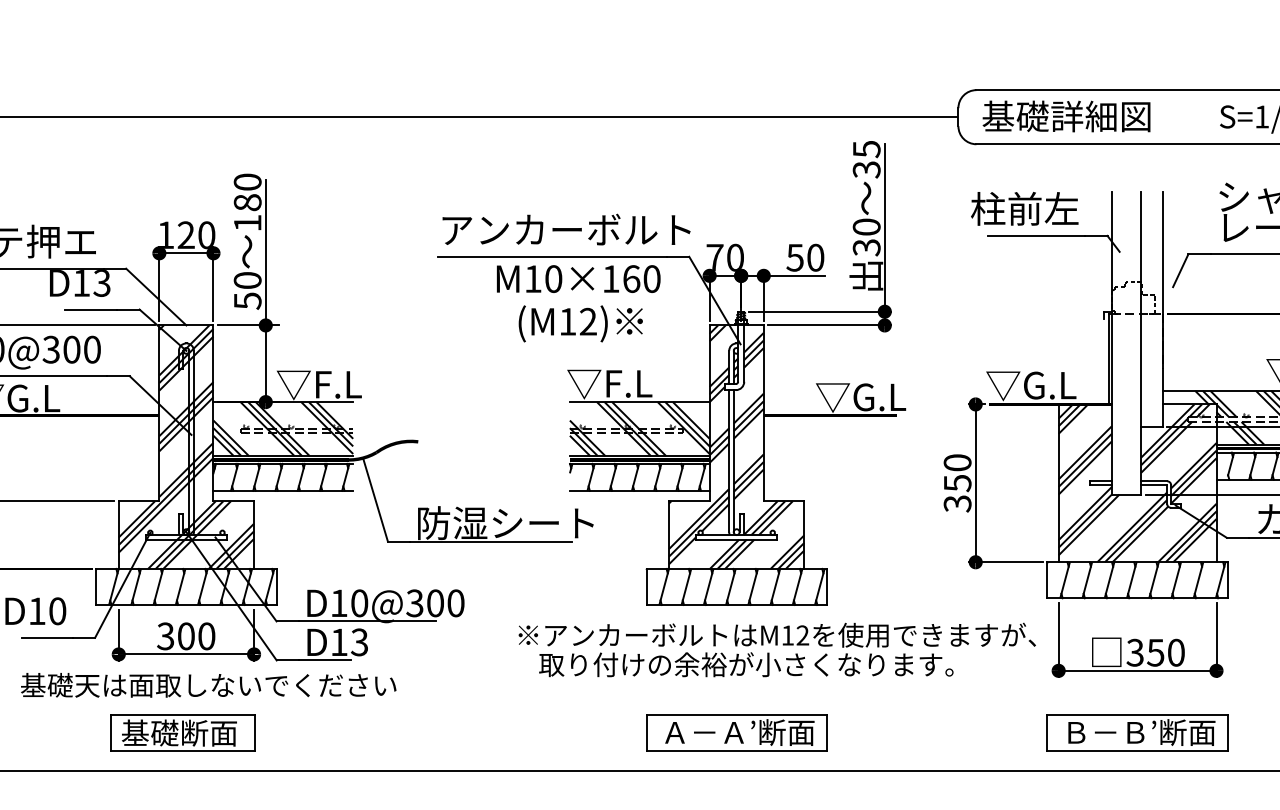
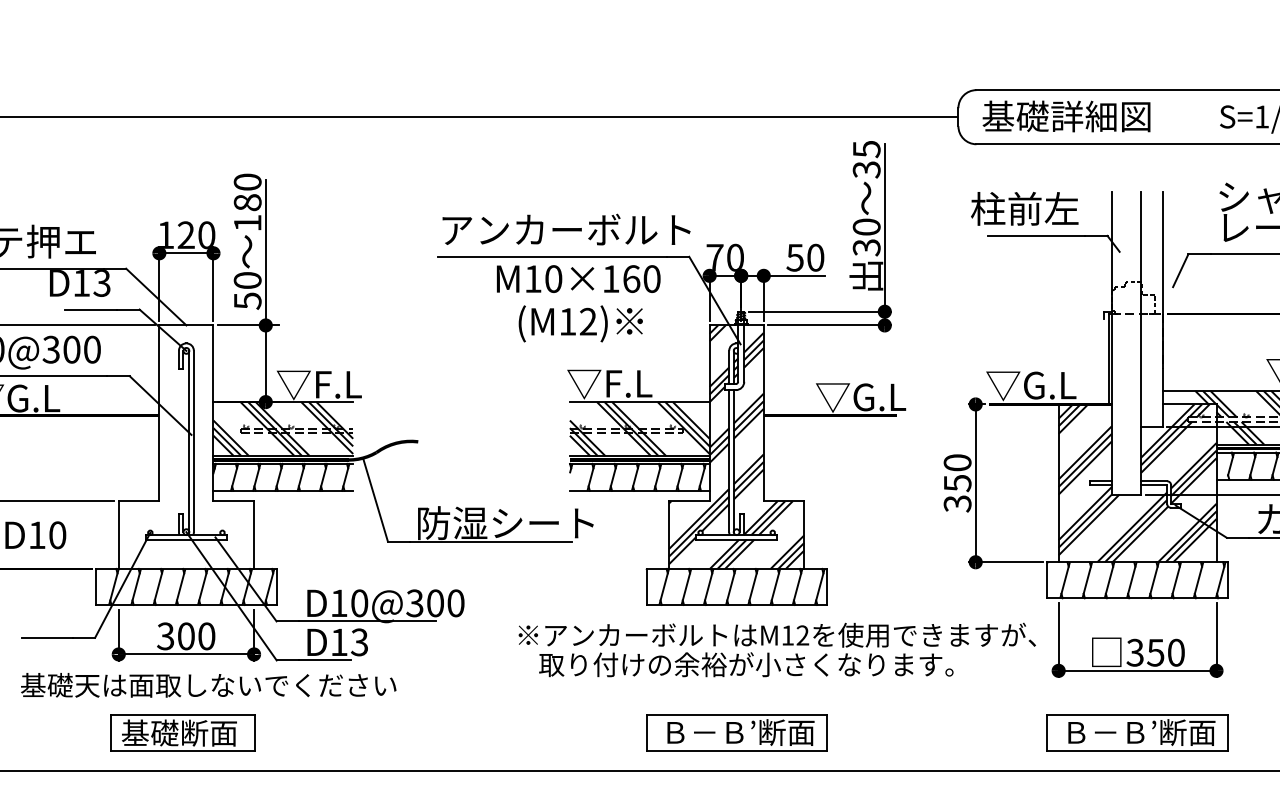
hatch at (186, 446): present -> none
text at (35, 611) position: (35, 611) -> (35, 535)
text at (704, 732): Ａ－Ａ’断面 -> Ｂ－Ｂ’断面
